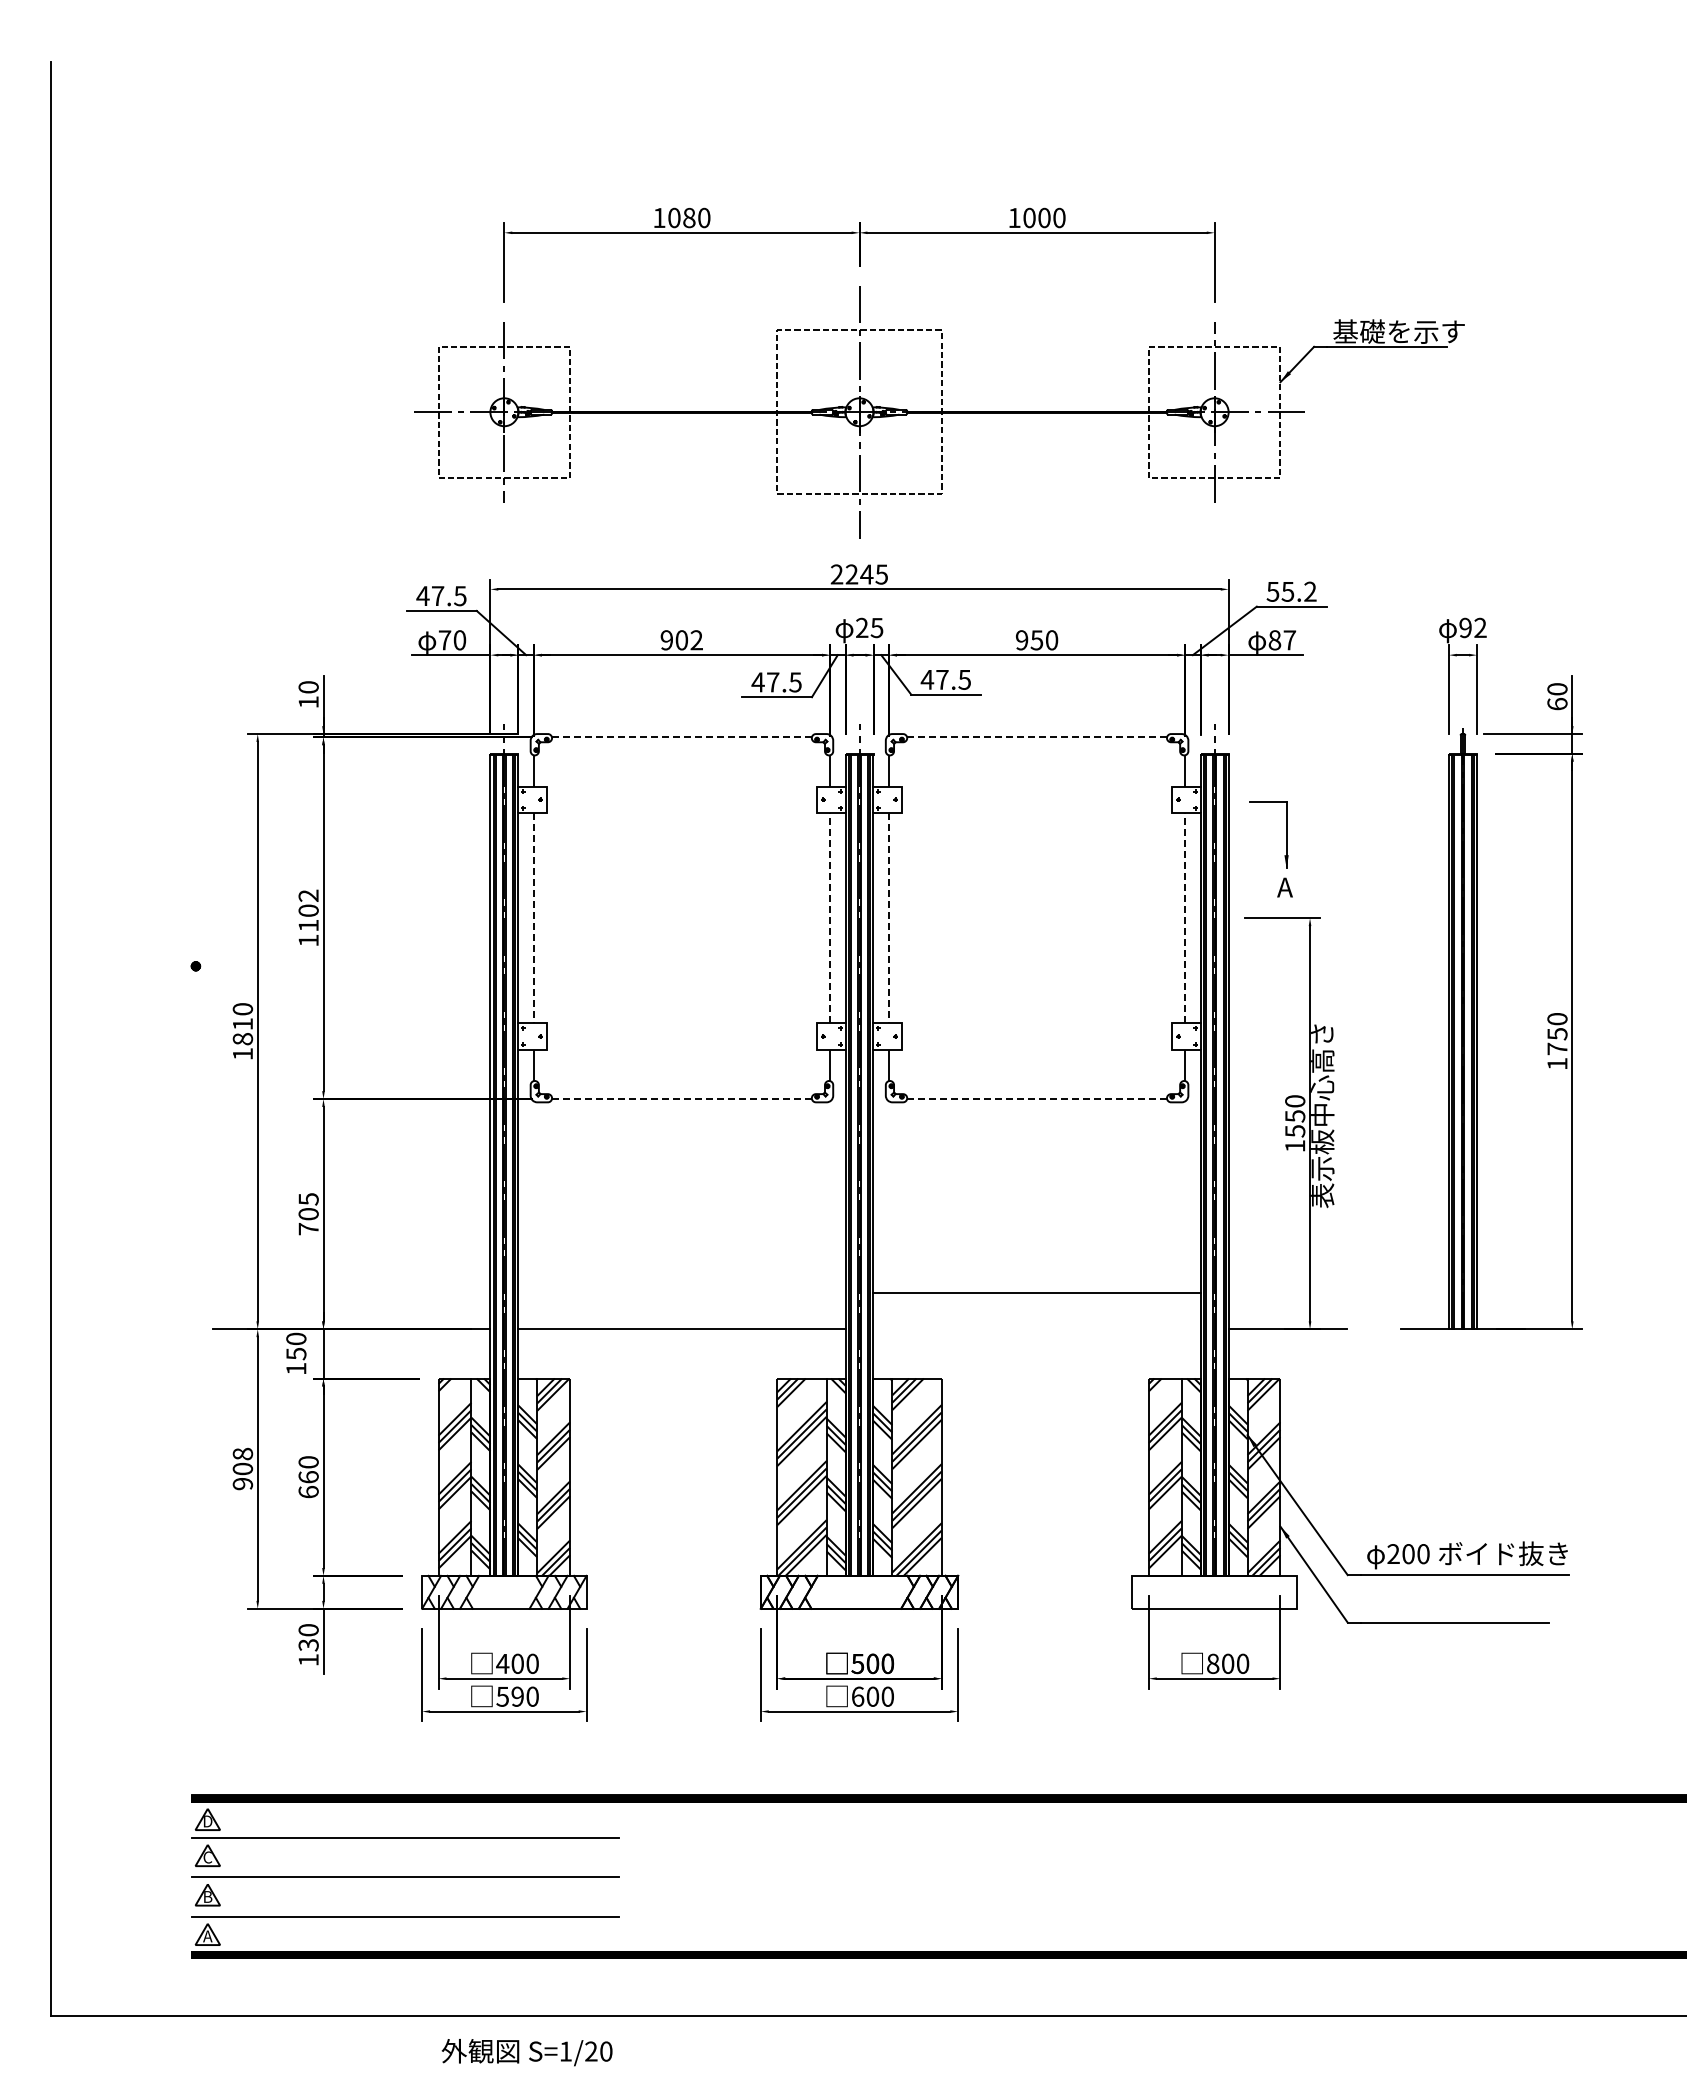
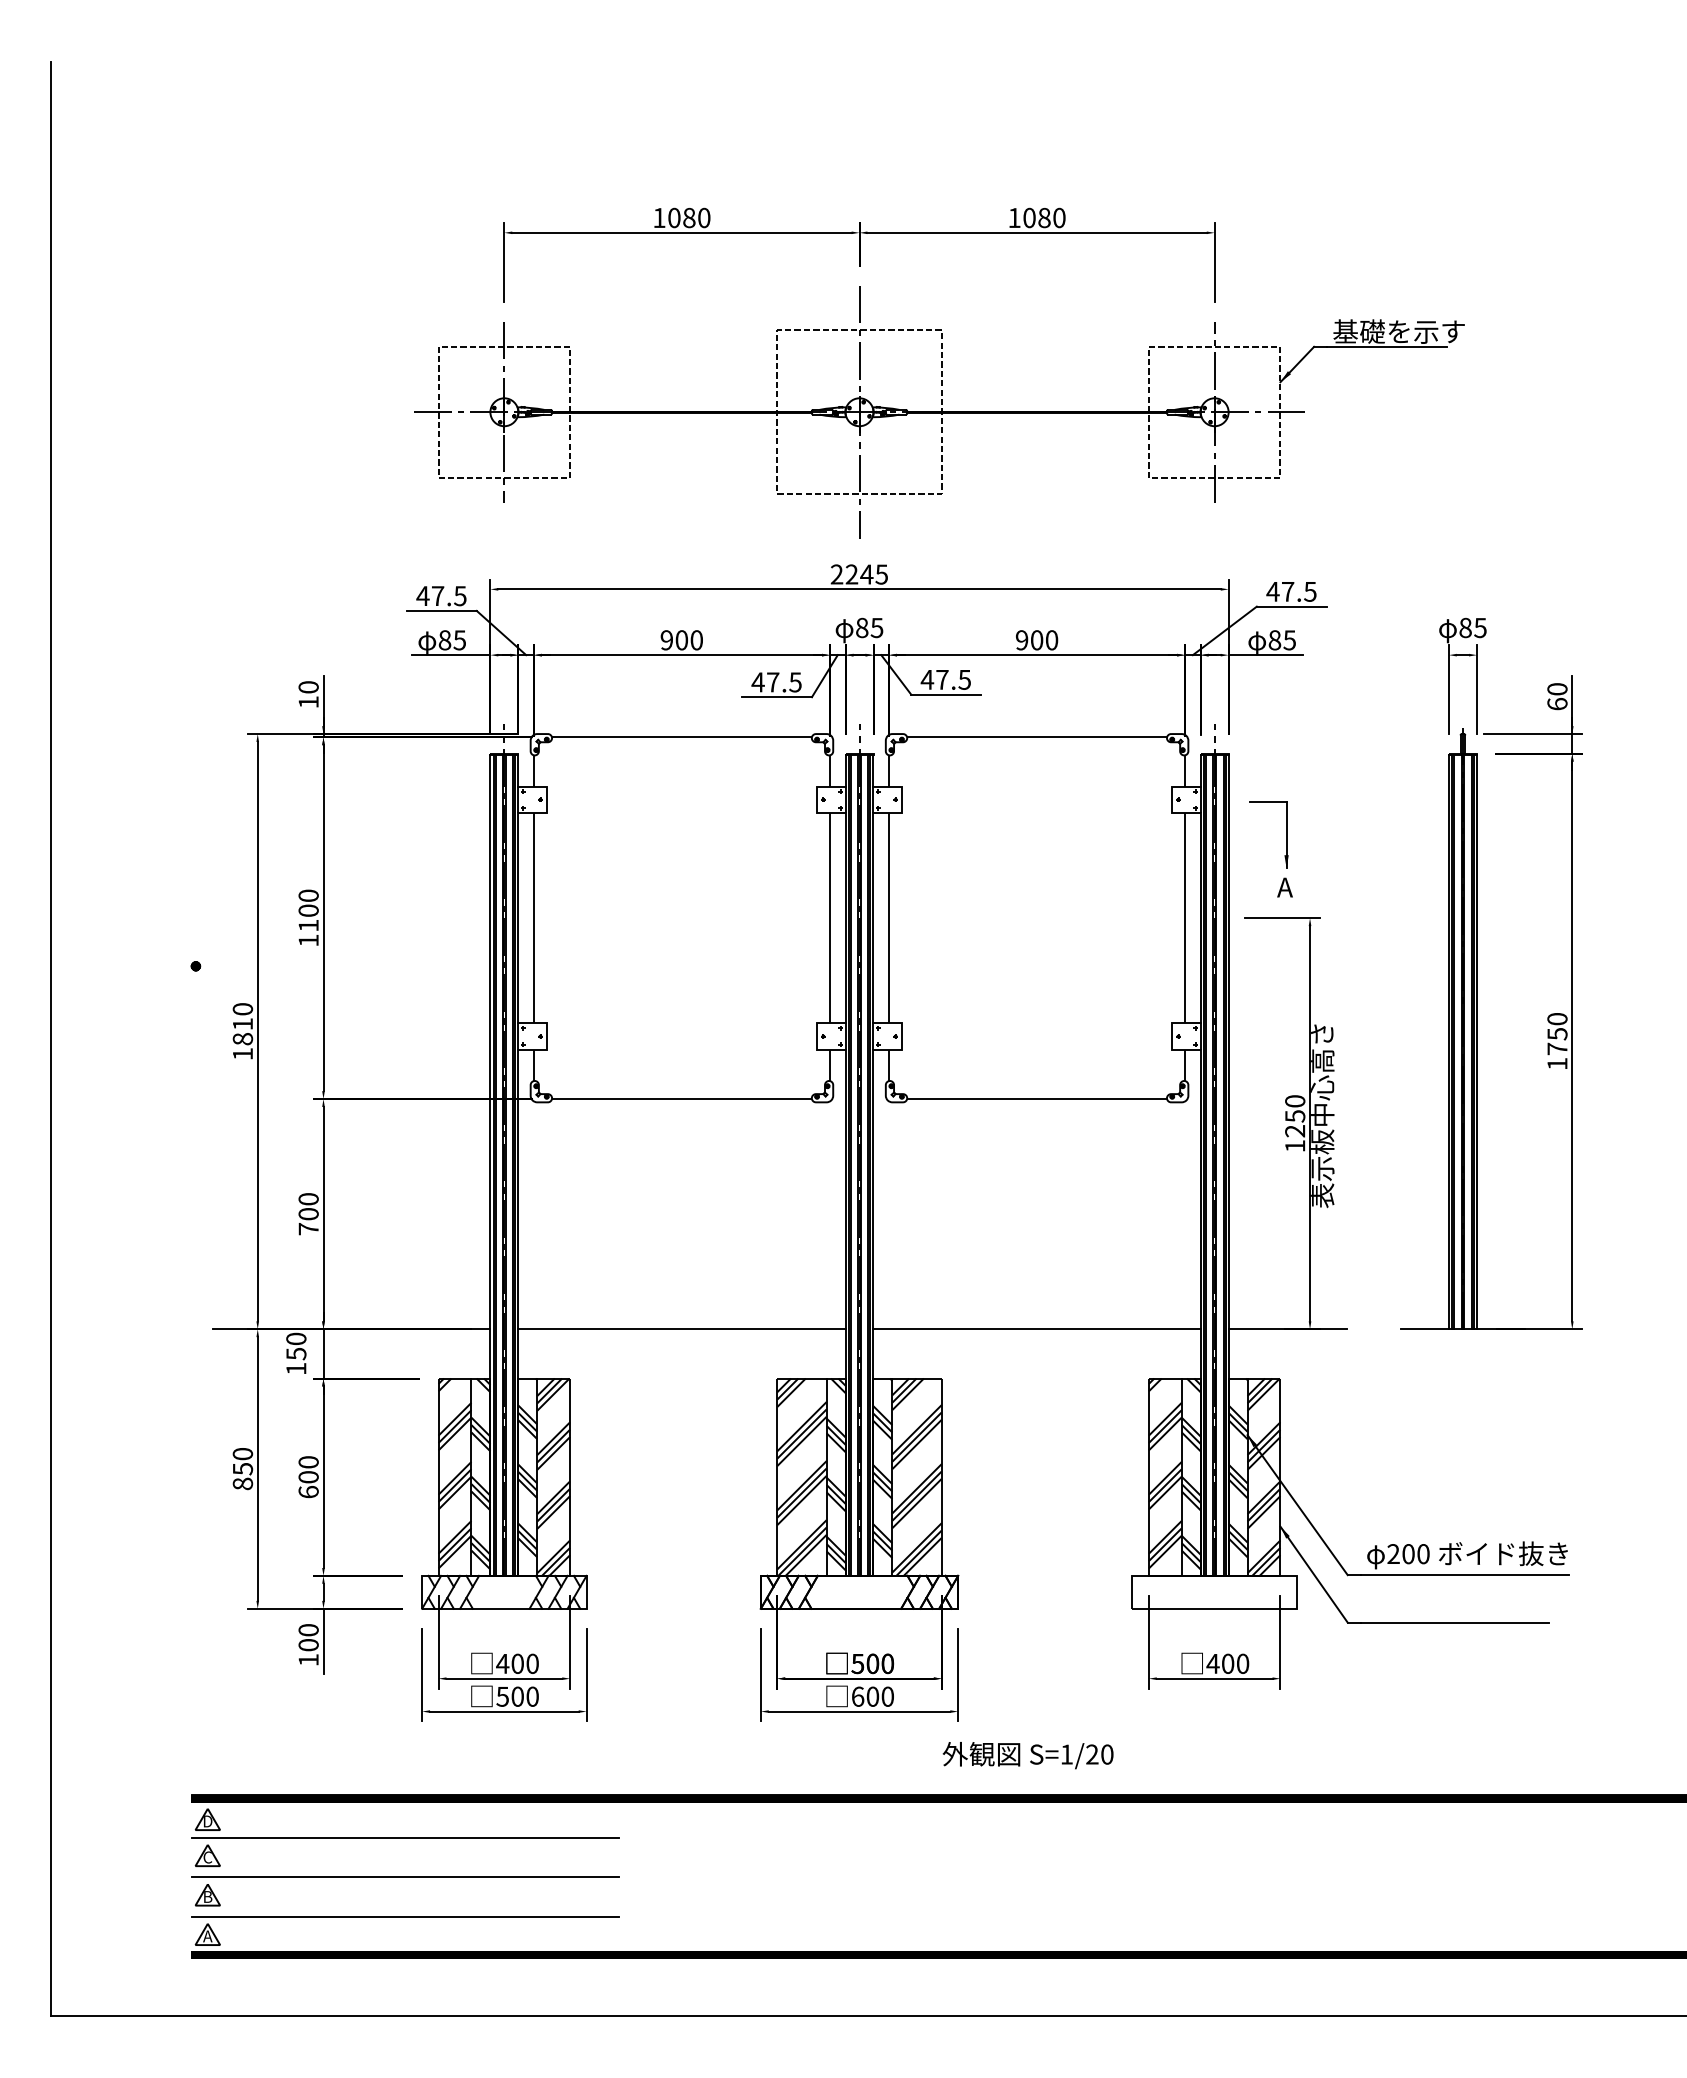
text at (1044, 217): 1000 -> 1080
text at (1291, 591): 55.2 -> 47.5
text at (862, 627): 25 -> 85
text at (1472, 627): 92 -> 85
text at (452, 640): 70 -> 85
text at (696, 640): 902 -> 900
text at (1036, 640): 950 -> 900
text at (1289, 640): 87 -> 85
line at (681, 737): dashed -> solid
line at (1037, 737): dashed -> solid
text at (308, 895): 1102 -> 1100
line at (829, 917): dashed -> solid
line at (1185, 917): dashed -> solid
line at (533, 918): dashed -> solid
line at (889, 918): dashed -> solid
line at (681, 1099): dashed -> solid
line at (1037, 1099): dashed -> solid
text at (1295, 1131): 1550 -> 1250
text at (308, 1199): 705 -> 700
line at (1036, 1293) position: (1036, 1293) -> (1036, 1329)
text at (242, 1468): 908 -> 850
text at (308, 1477): 660 -> 600
text at (308, 1645): 130 -> 100
text at (1212, 1663): 800 -> 400
text at (517, 1696): 590 -> 500
text at (526, 2052) position: (526, 2052) -> (1027, 1755)
